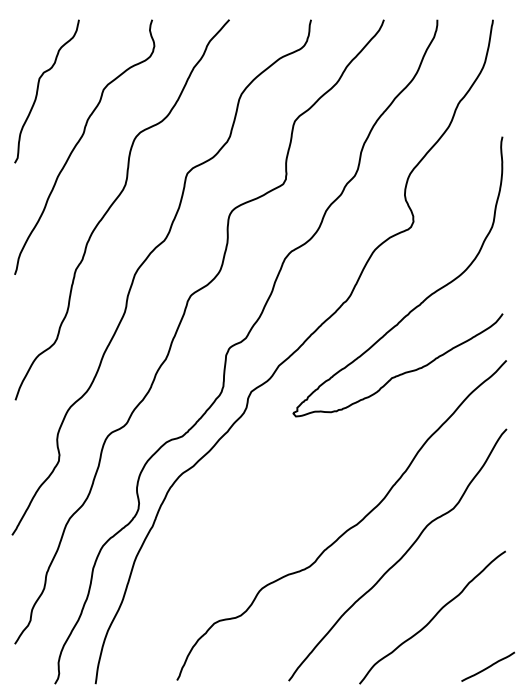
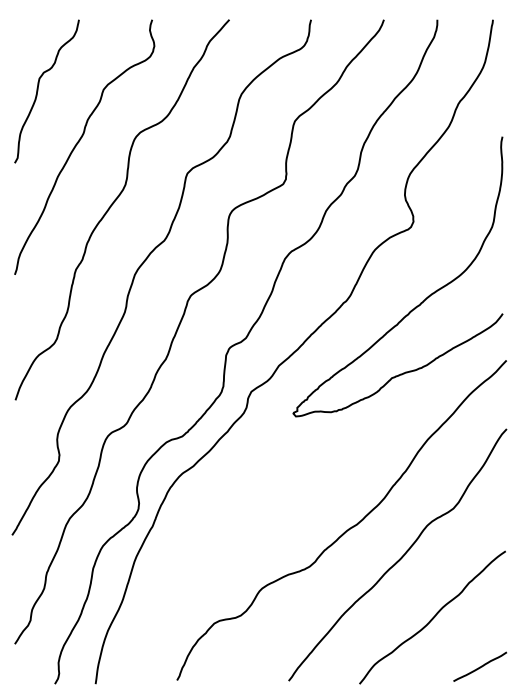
line at (487, 666) position: (487, 666) -> (479, 666)
